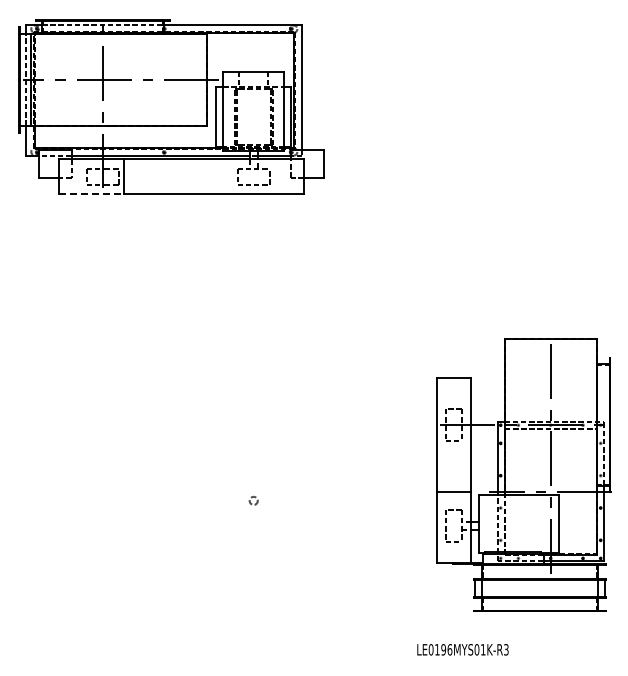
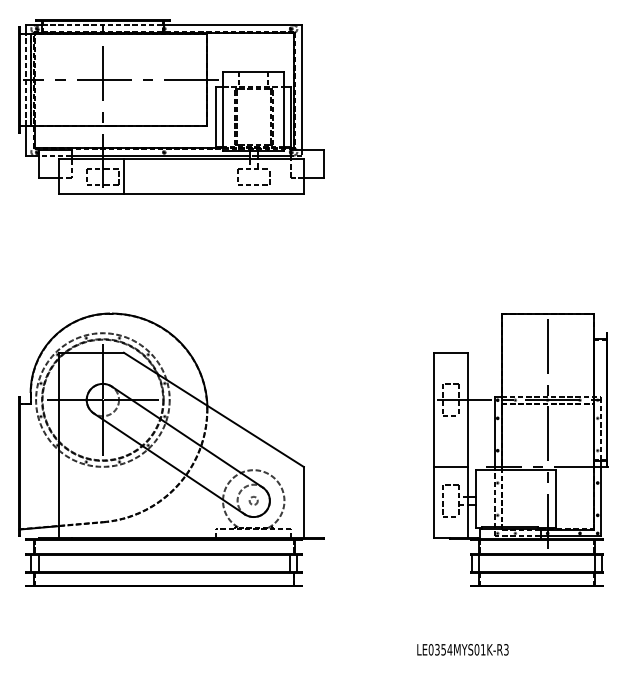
line at (92, 193): dashed -> solid
part at (171, 449): none -> present
part at (523, 474) position: (523, 474) -> (520, 449)
text at (443, 649): LE0196MYS01K-R3 -> LE0354MYS01K-R3
